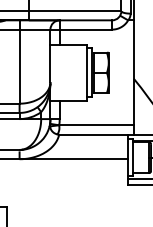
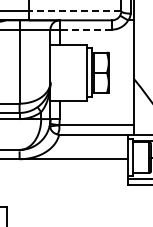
line at (74, 11): solid -> dashed
line at (85, 29): solid -> dashed
